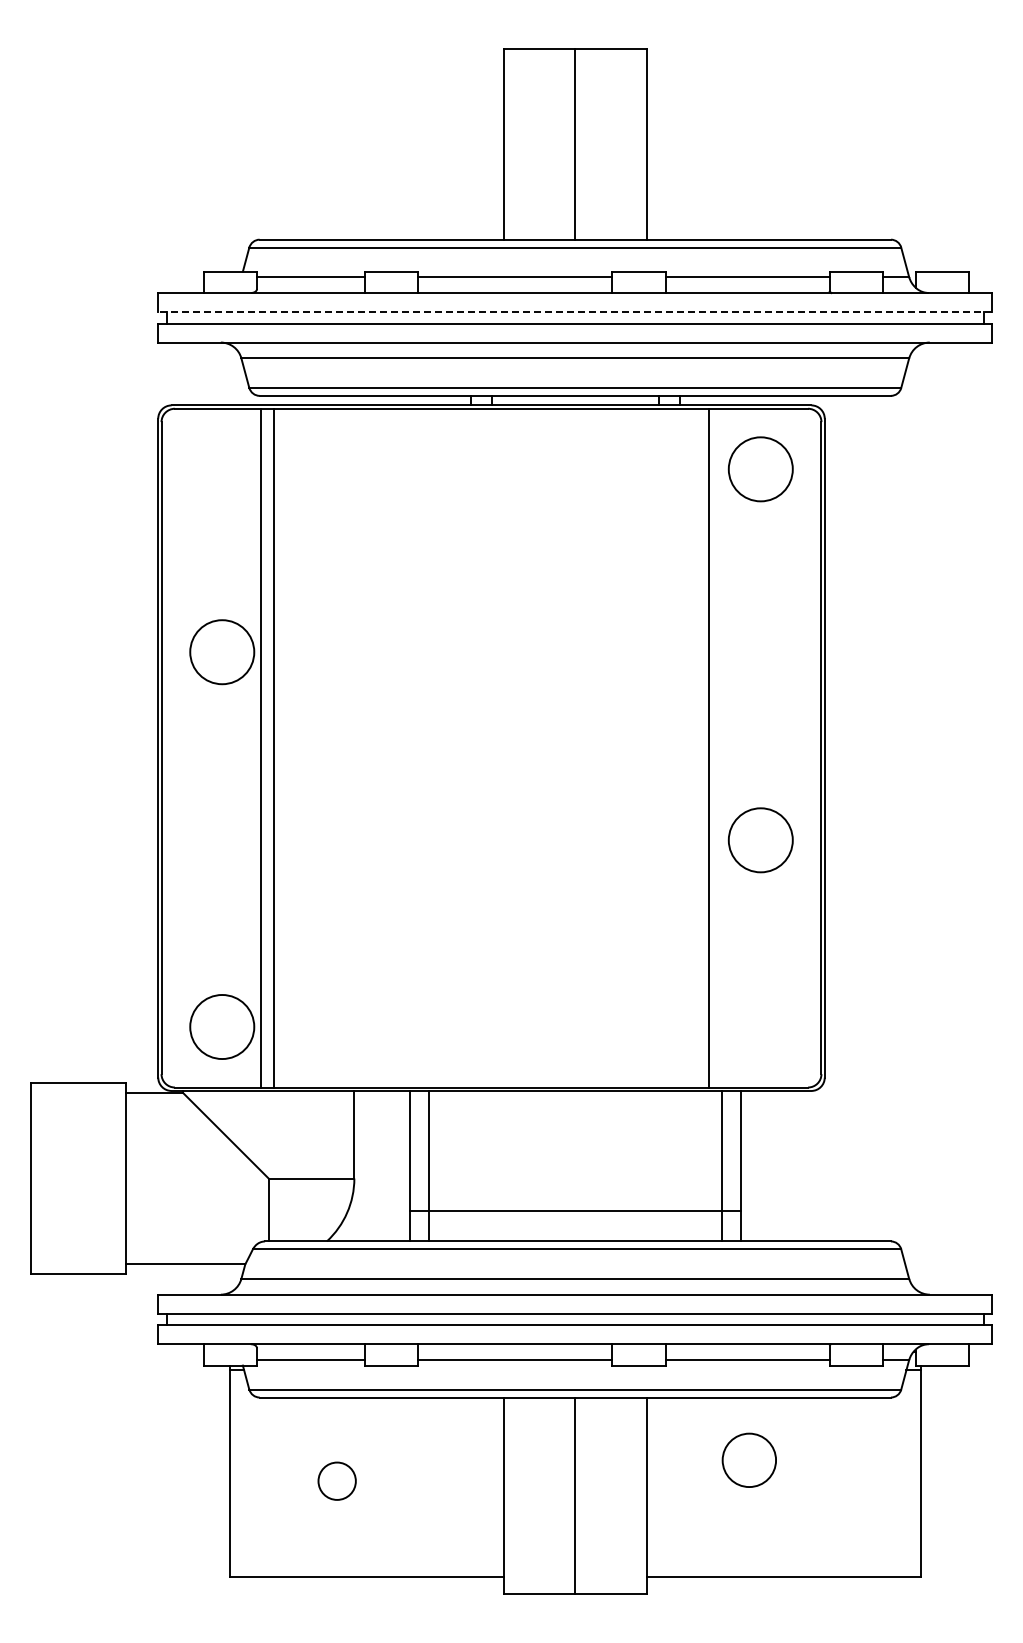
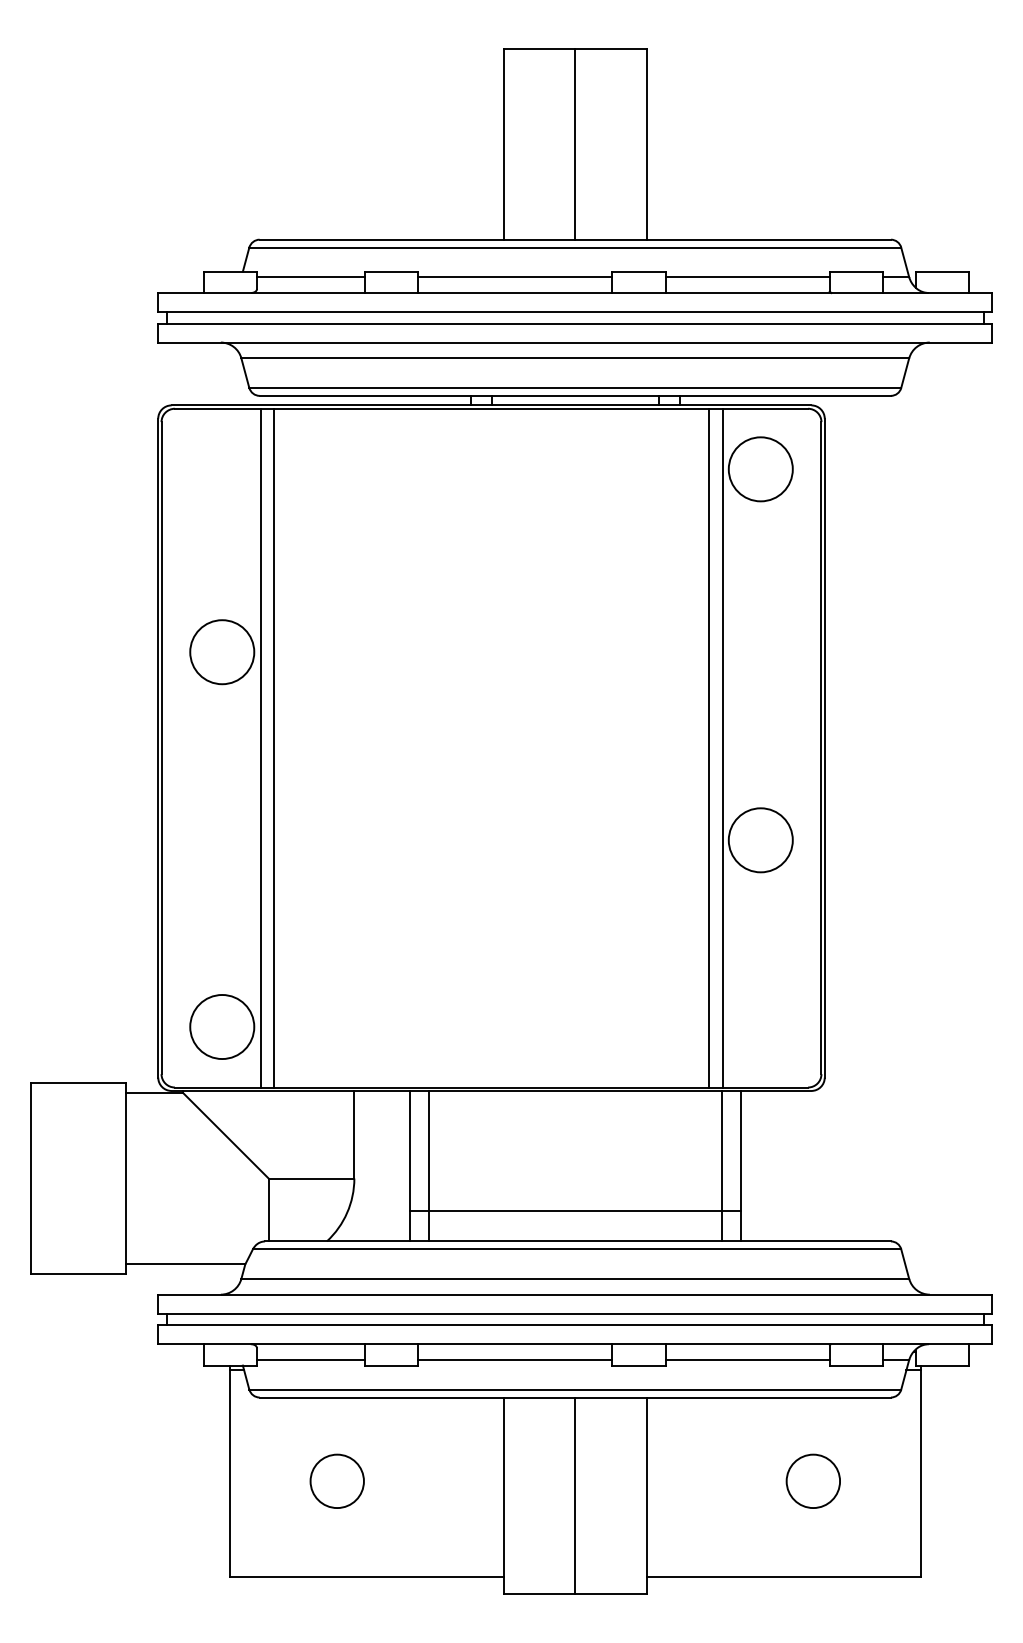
line at (574, 312): dashed -> solid
line at (722, 747): none -> present
circle at (748, 1459) position: (748, 1459) -> (812, 1480)
circle at (336, 1480) size: 40x40 px -> 56x56 px
